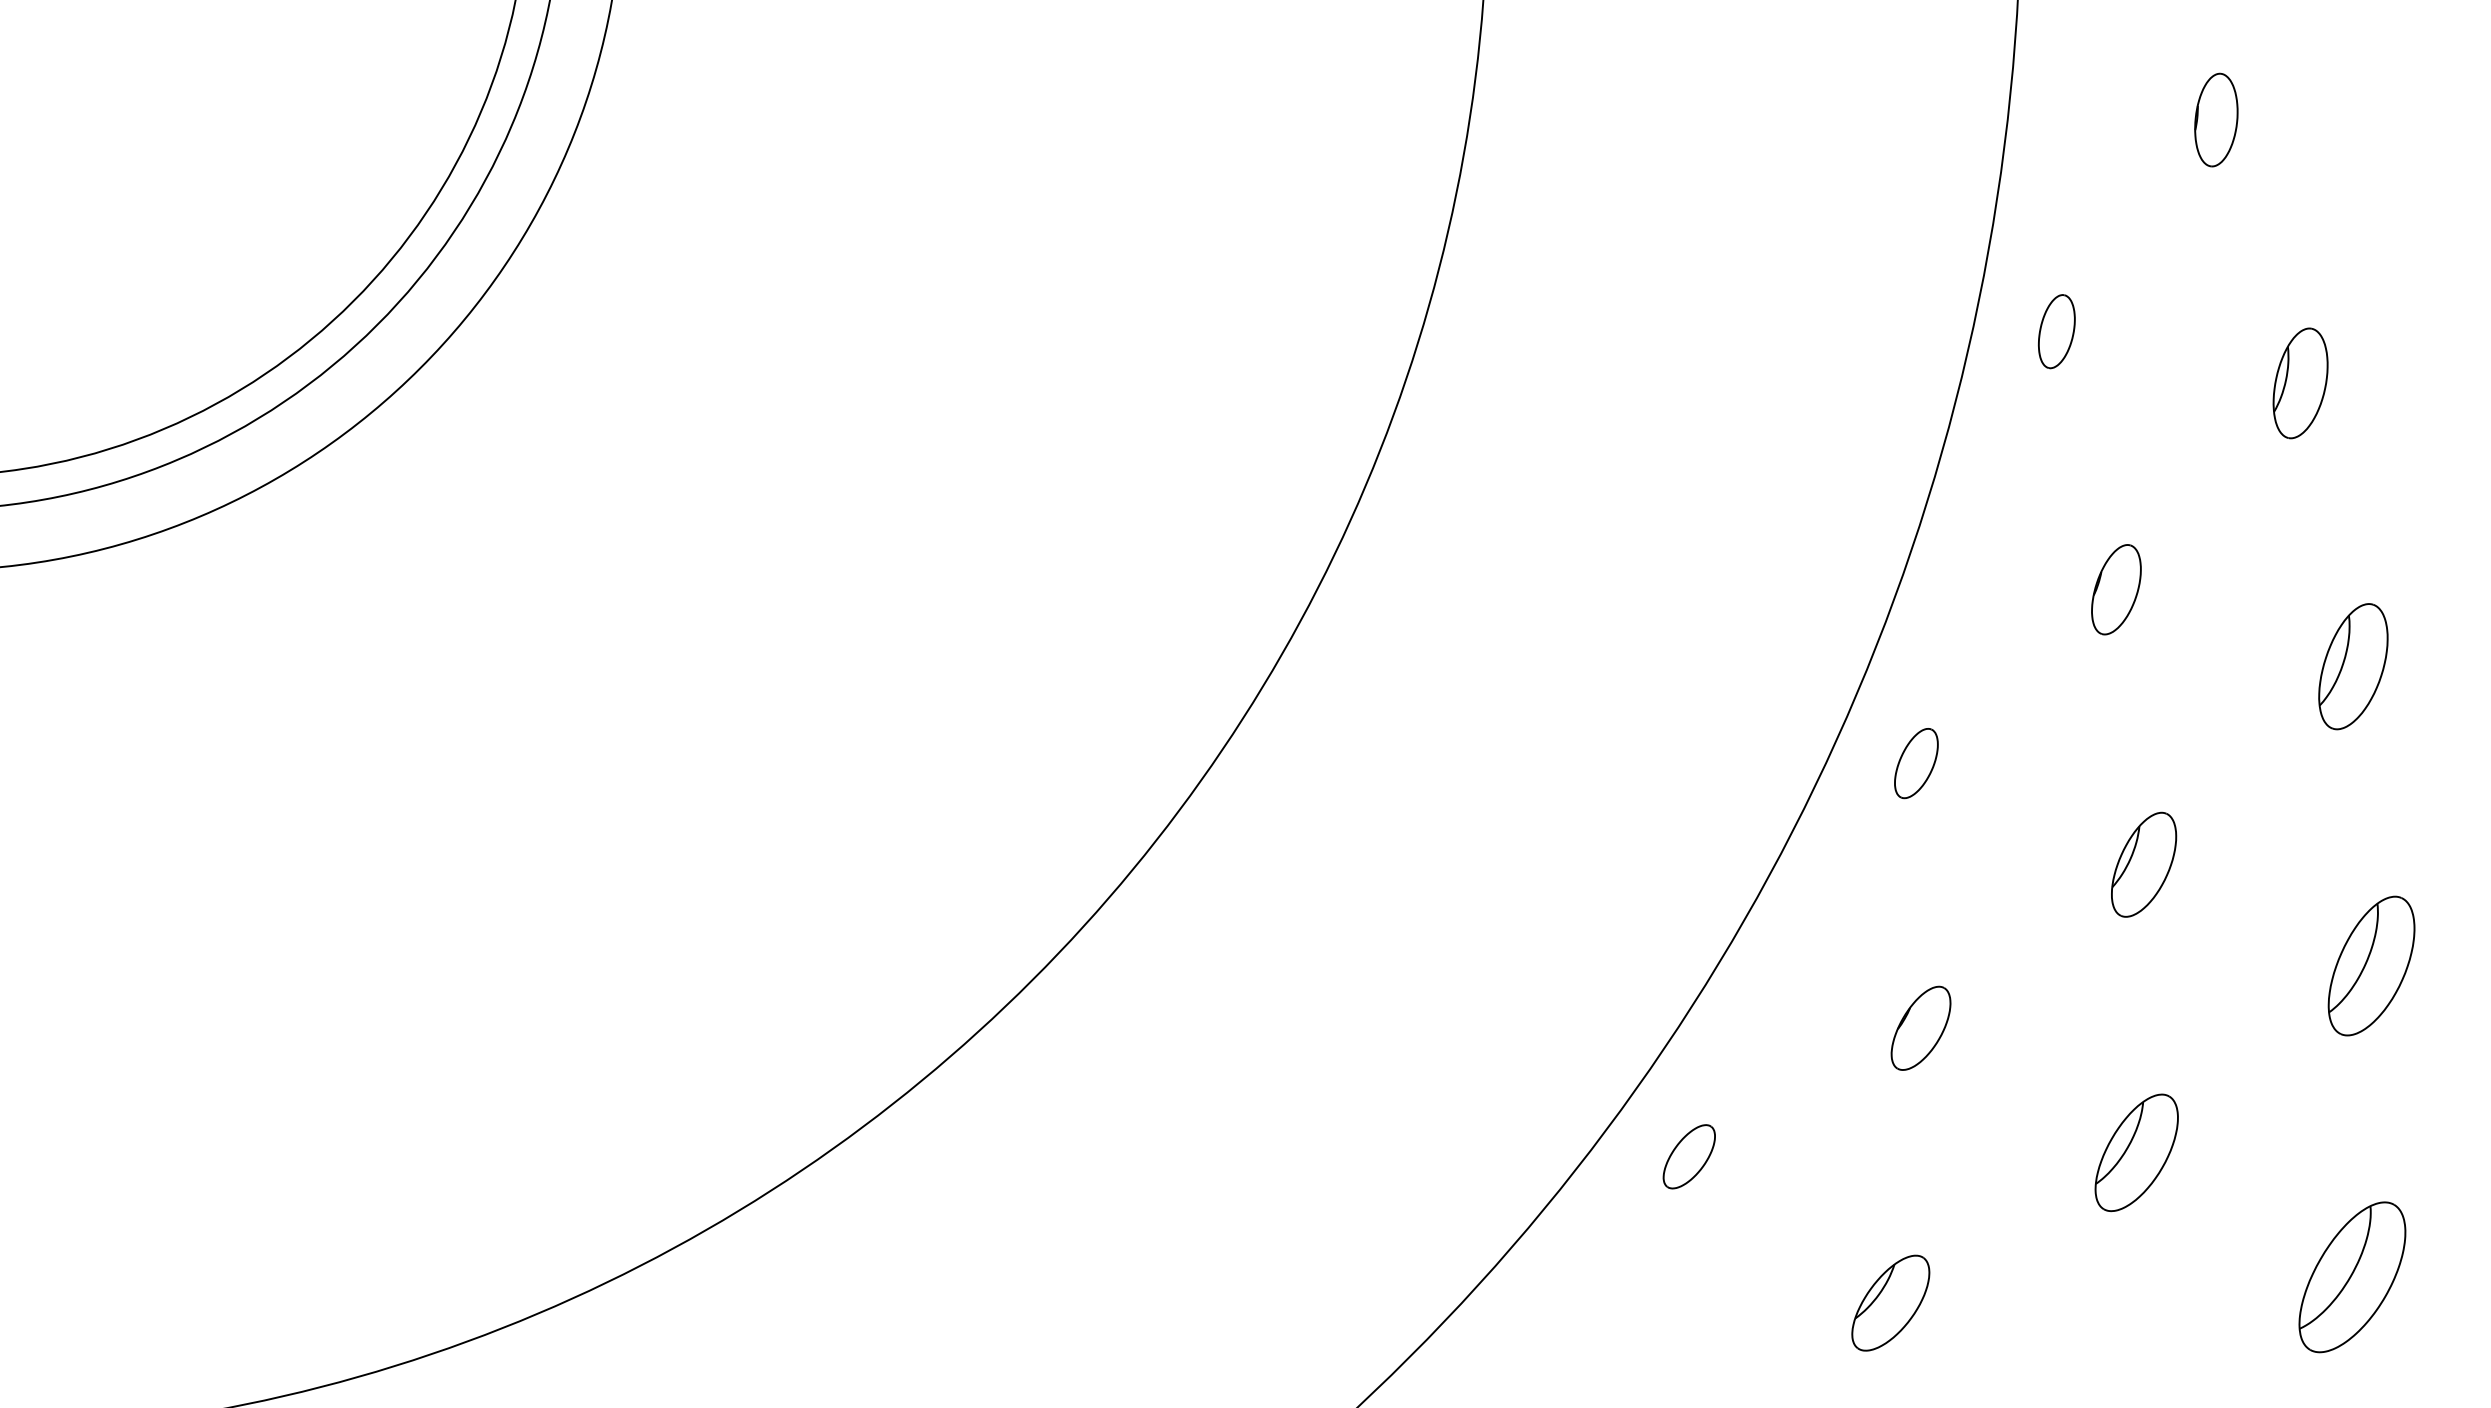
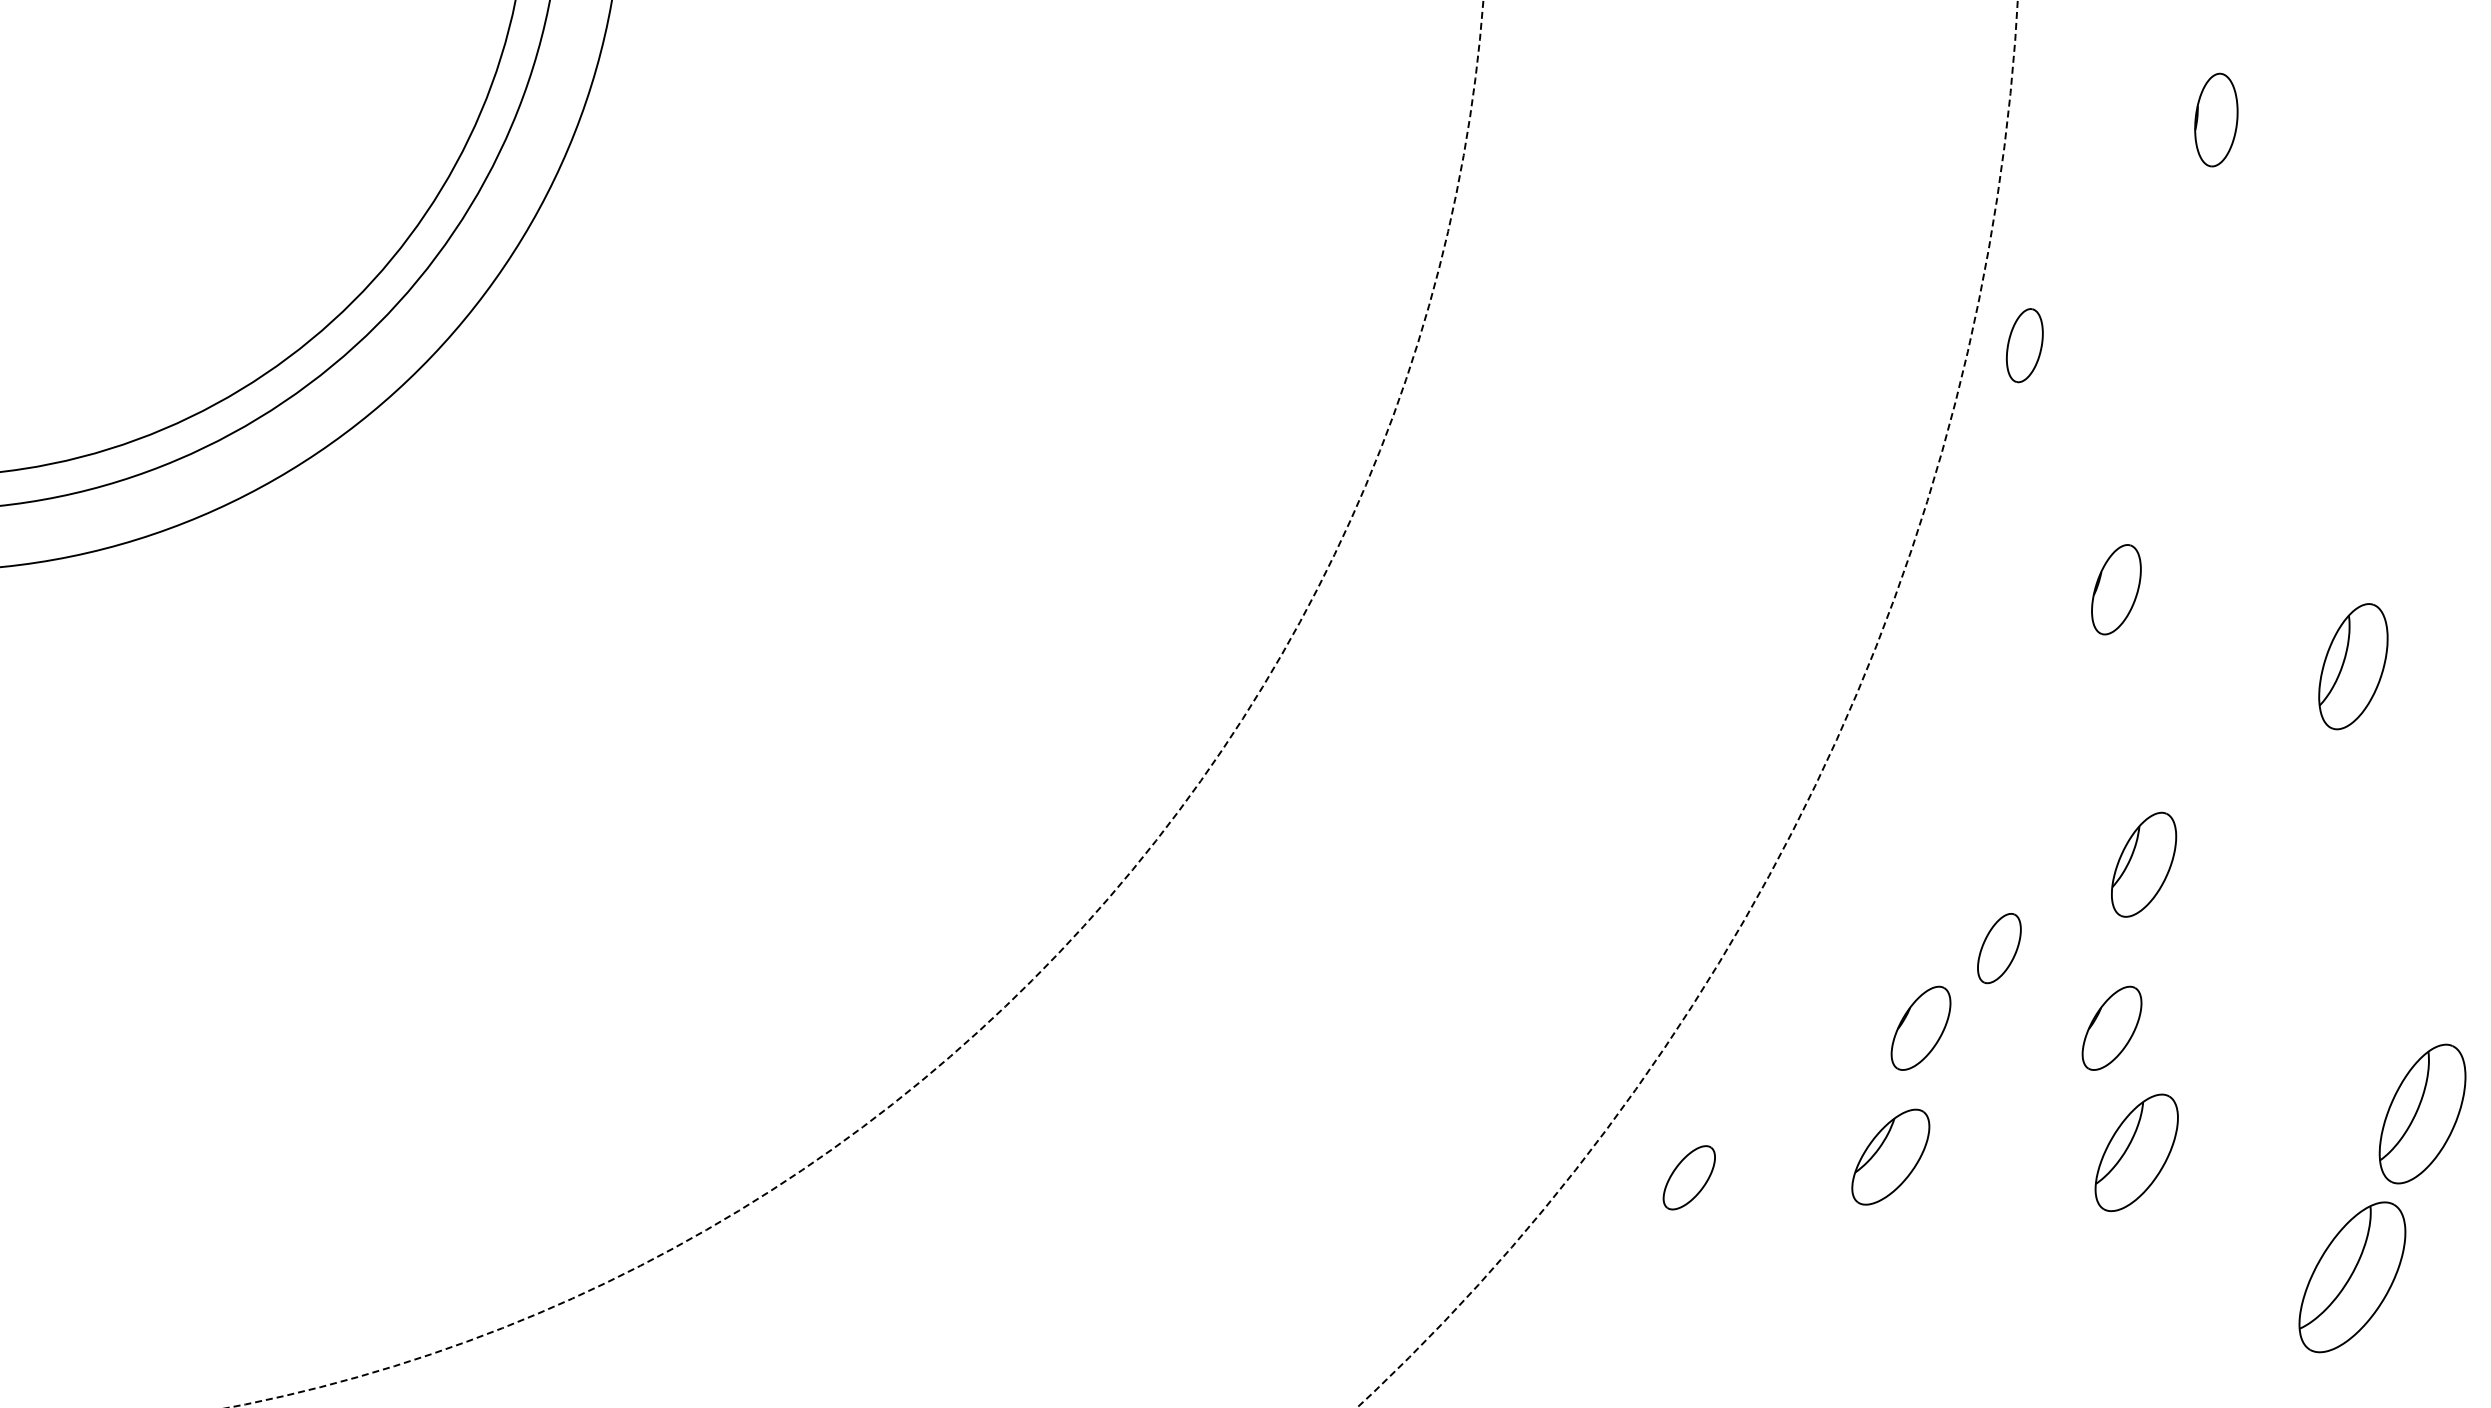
part at (2056, 331) position: (2056, 331) -> (2024, 345)
part at (2300, 383): present -> none
circle at (855, 703): solid -> dashed
circle at (1687, 703): solid -> dashed
part at (1916, 763) position: (1916, 763) -> (1999, 948)
part at (2371, 965) position: (2371, 965) -> (2422, 1113)
part at (2111, 1027): none -> present
part at (1688, 1156) position: (1688, 1156) -> (1688, 1177)
part at (1890, 1302) position: (1890, 1302) -> (1890, 1156)
